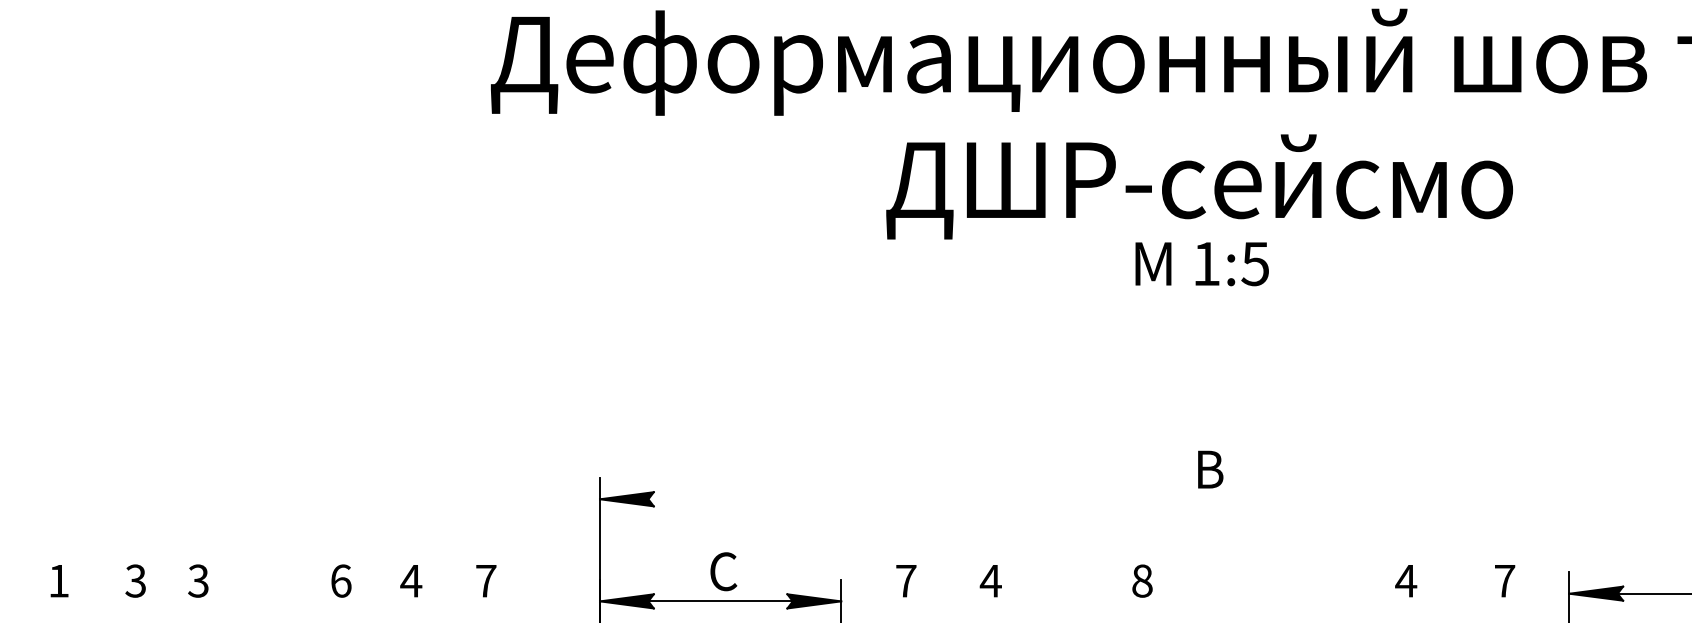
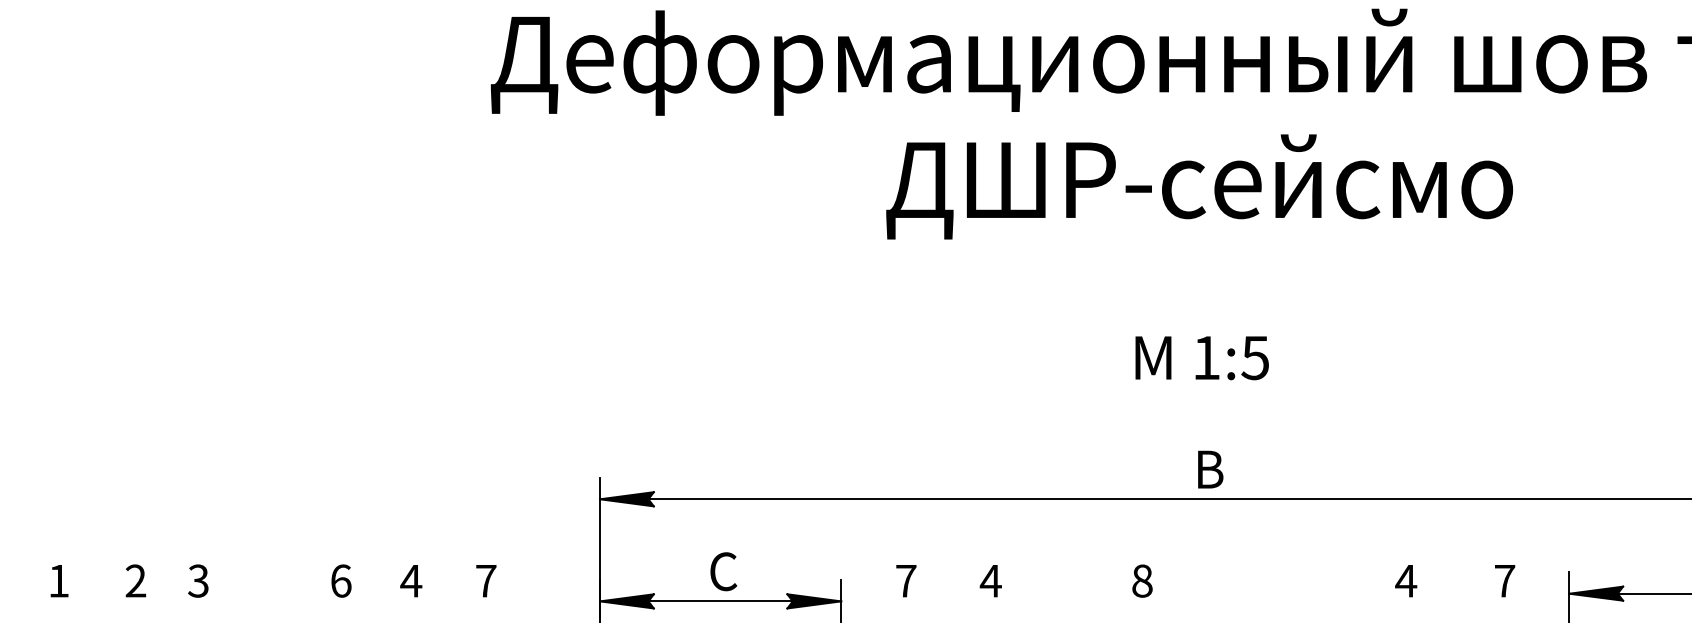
text at (1201, 264) position: (1201, 264) -> (1201, 358)
line at (1149, 499): none -> present
text at (135, 581): 3 -> 2
